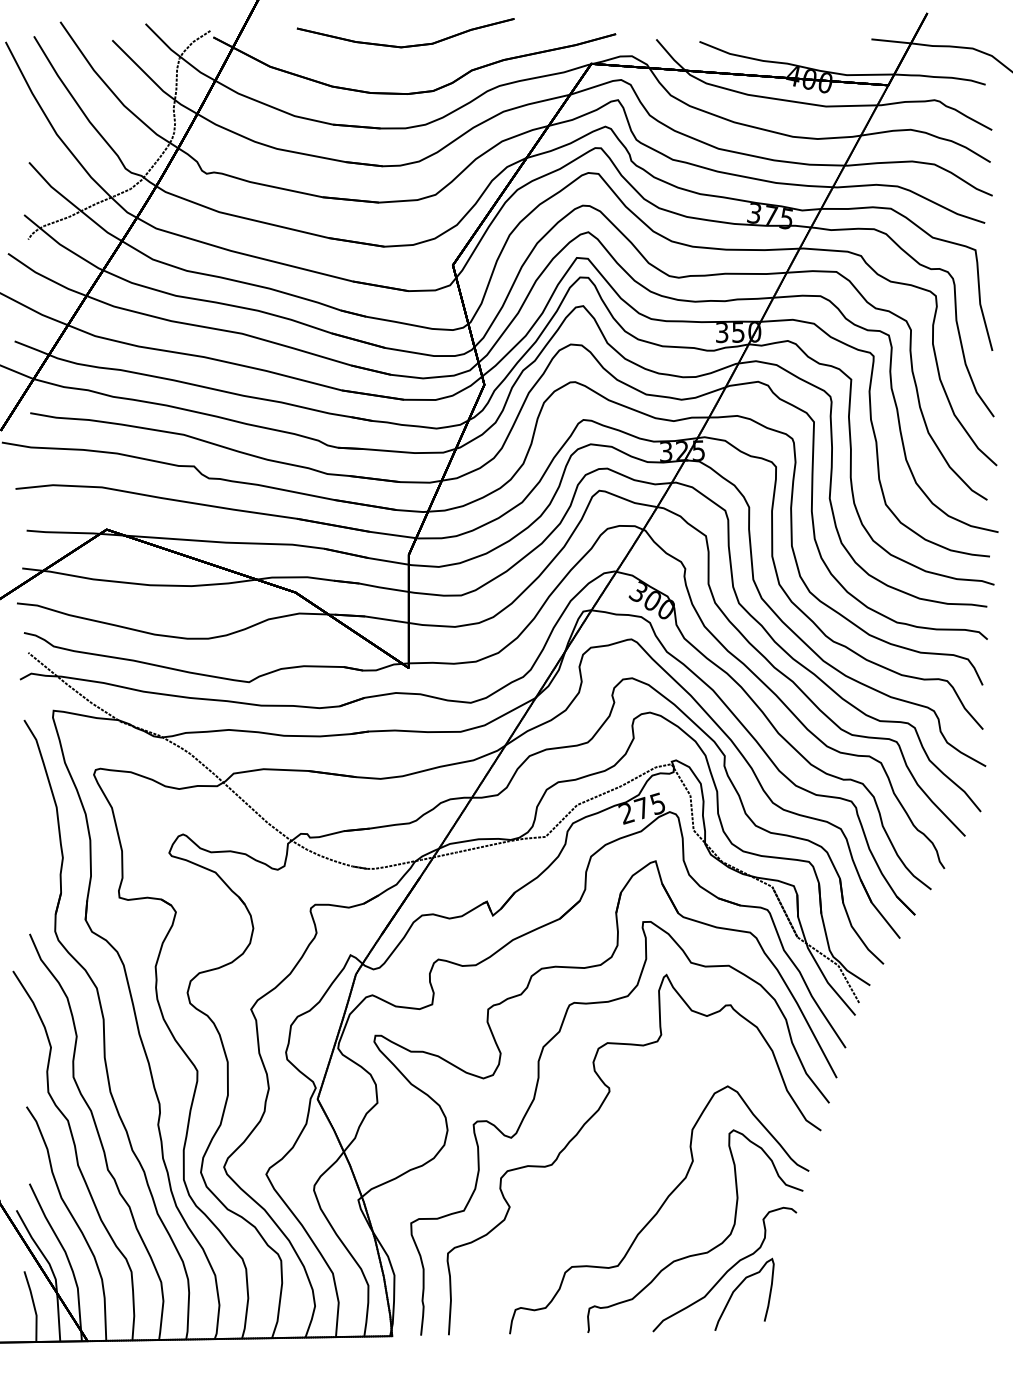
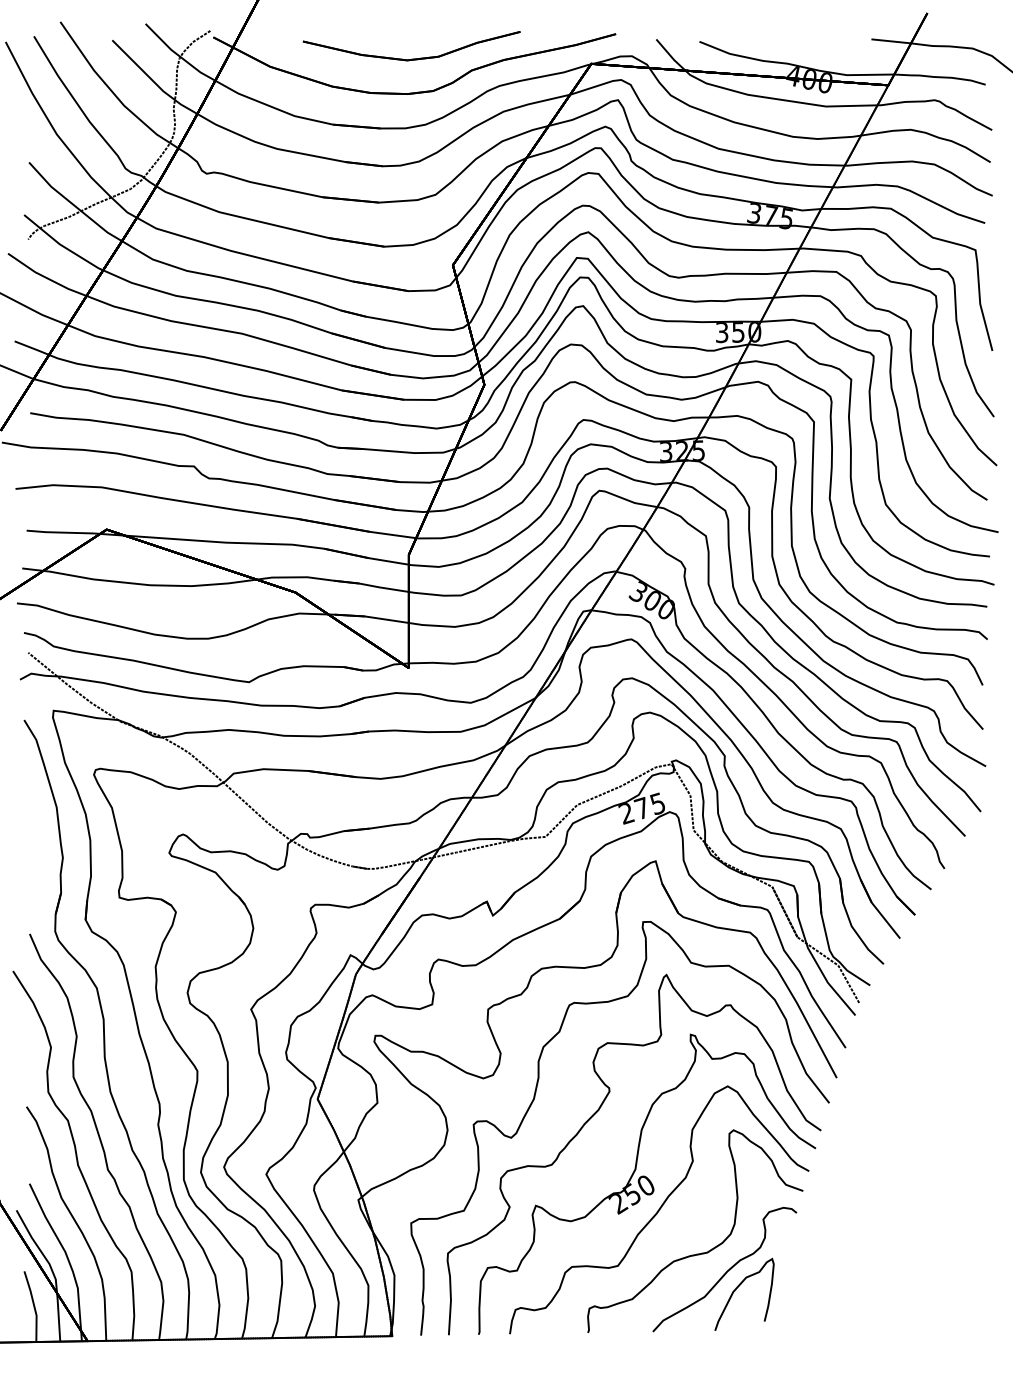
part at (405, 45) position: (405, 45) -> (411, 58)
part at (647, 1183): none -> present
